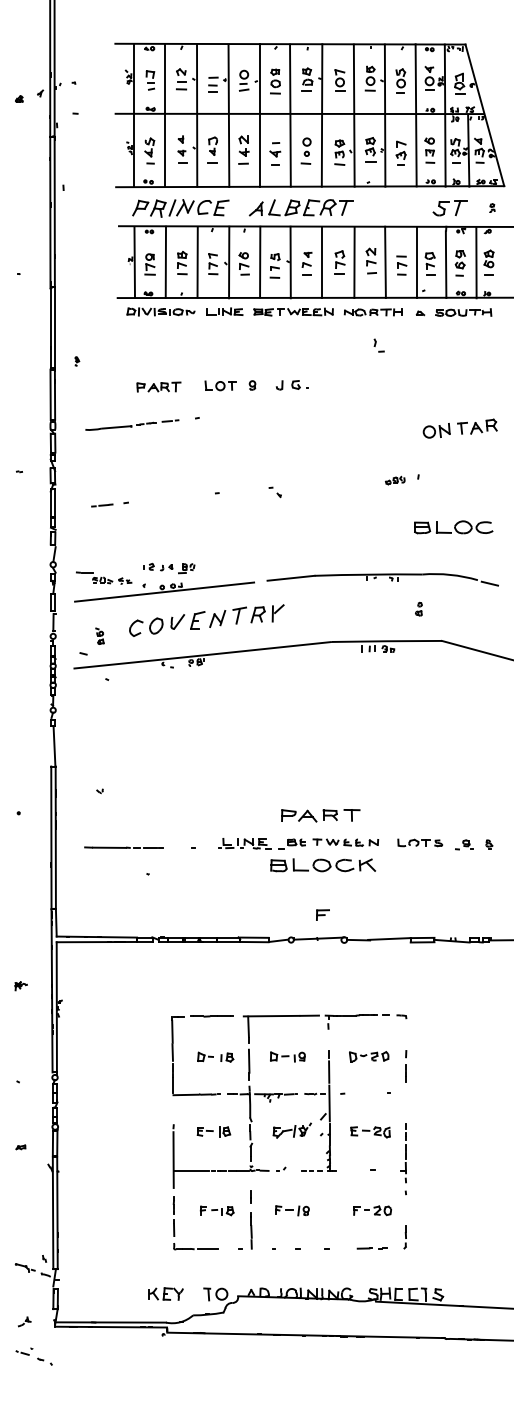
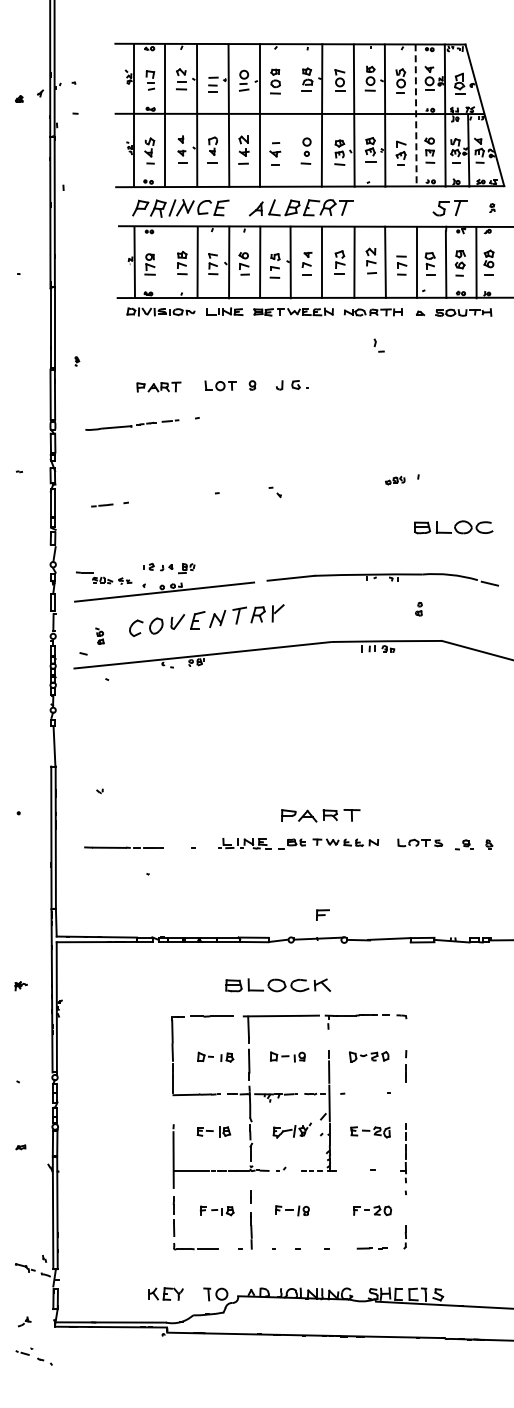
line at (290, 115): present -> none
line at (416, 115): solid -> dashed
line at (165, 262): present -> none
part at (459, 428): present -> none
part at (322, 865) position: (322, 865) -> (277, 985)
